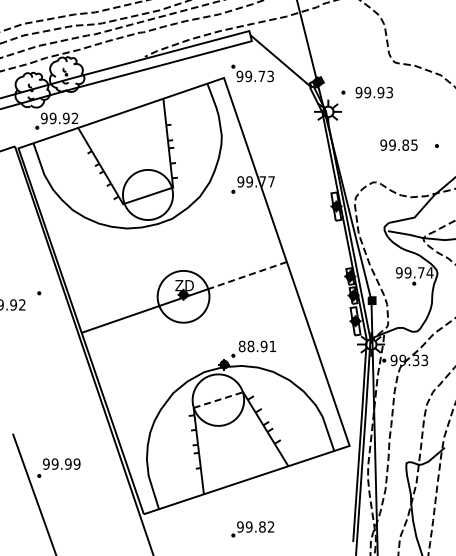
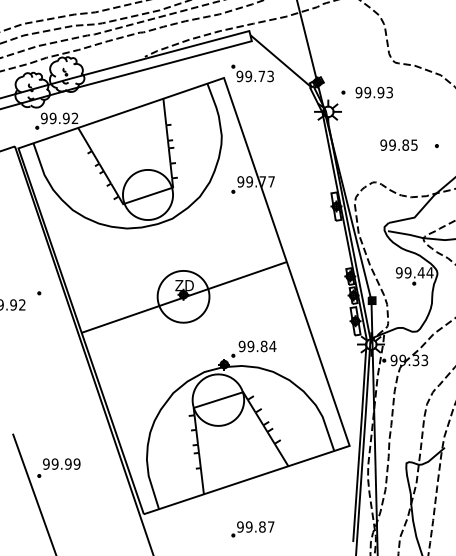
text at (420, 272): 99.74 -> 99.44
line at (247, 275): dashed -> solid
text at (257, 346): 88.91 -> 99.84
line at (218, 400): dashed -> solid
text at (271, 526): 99.82 -> 99.87
